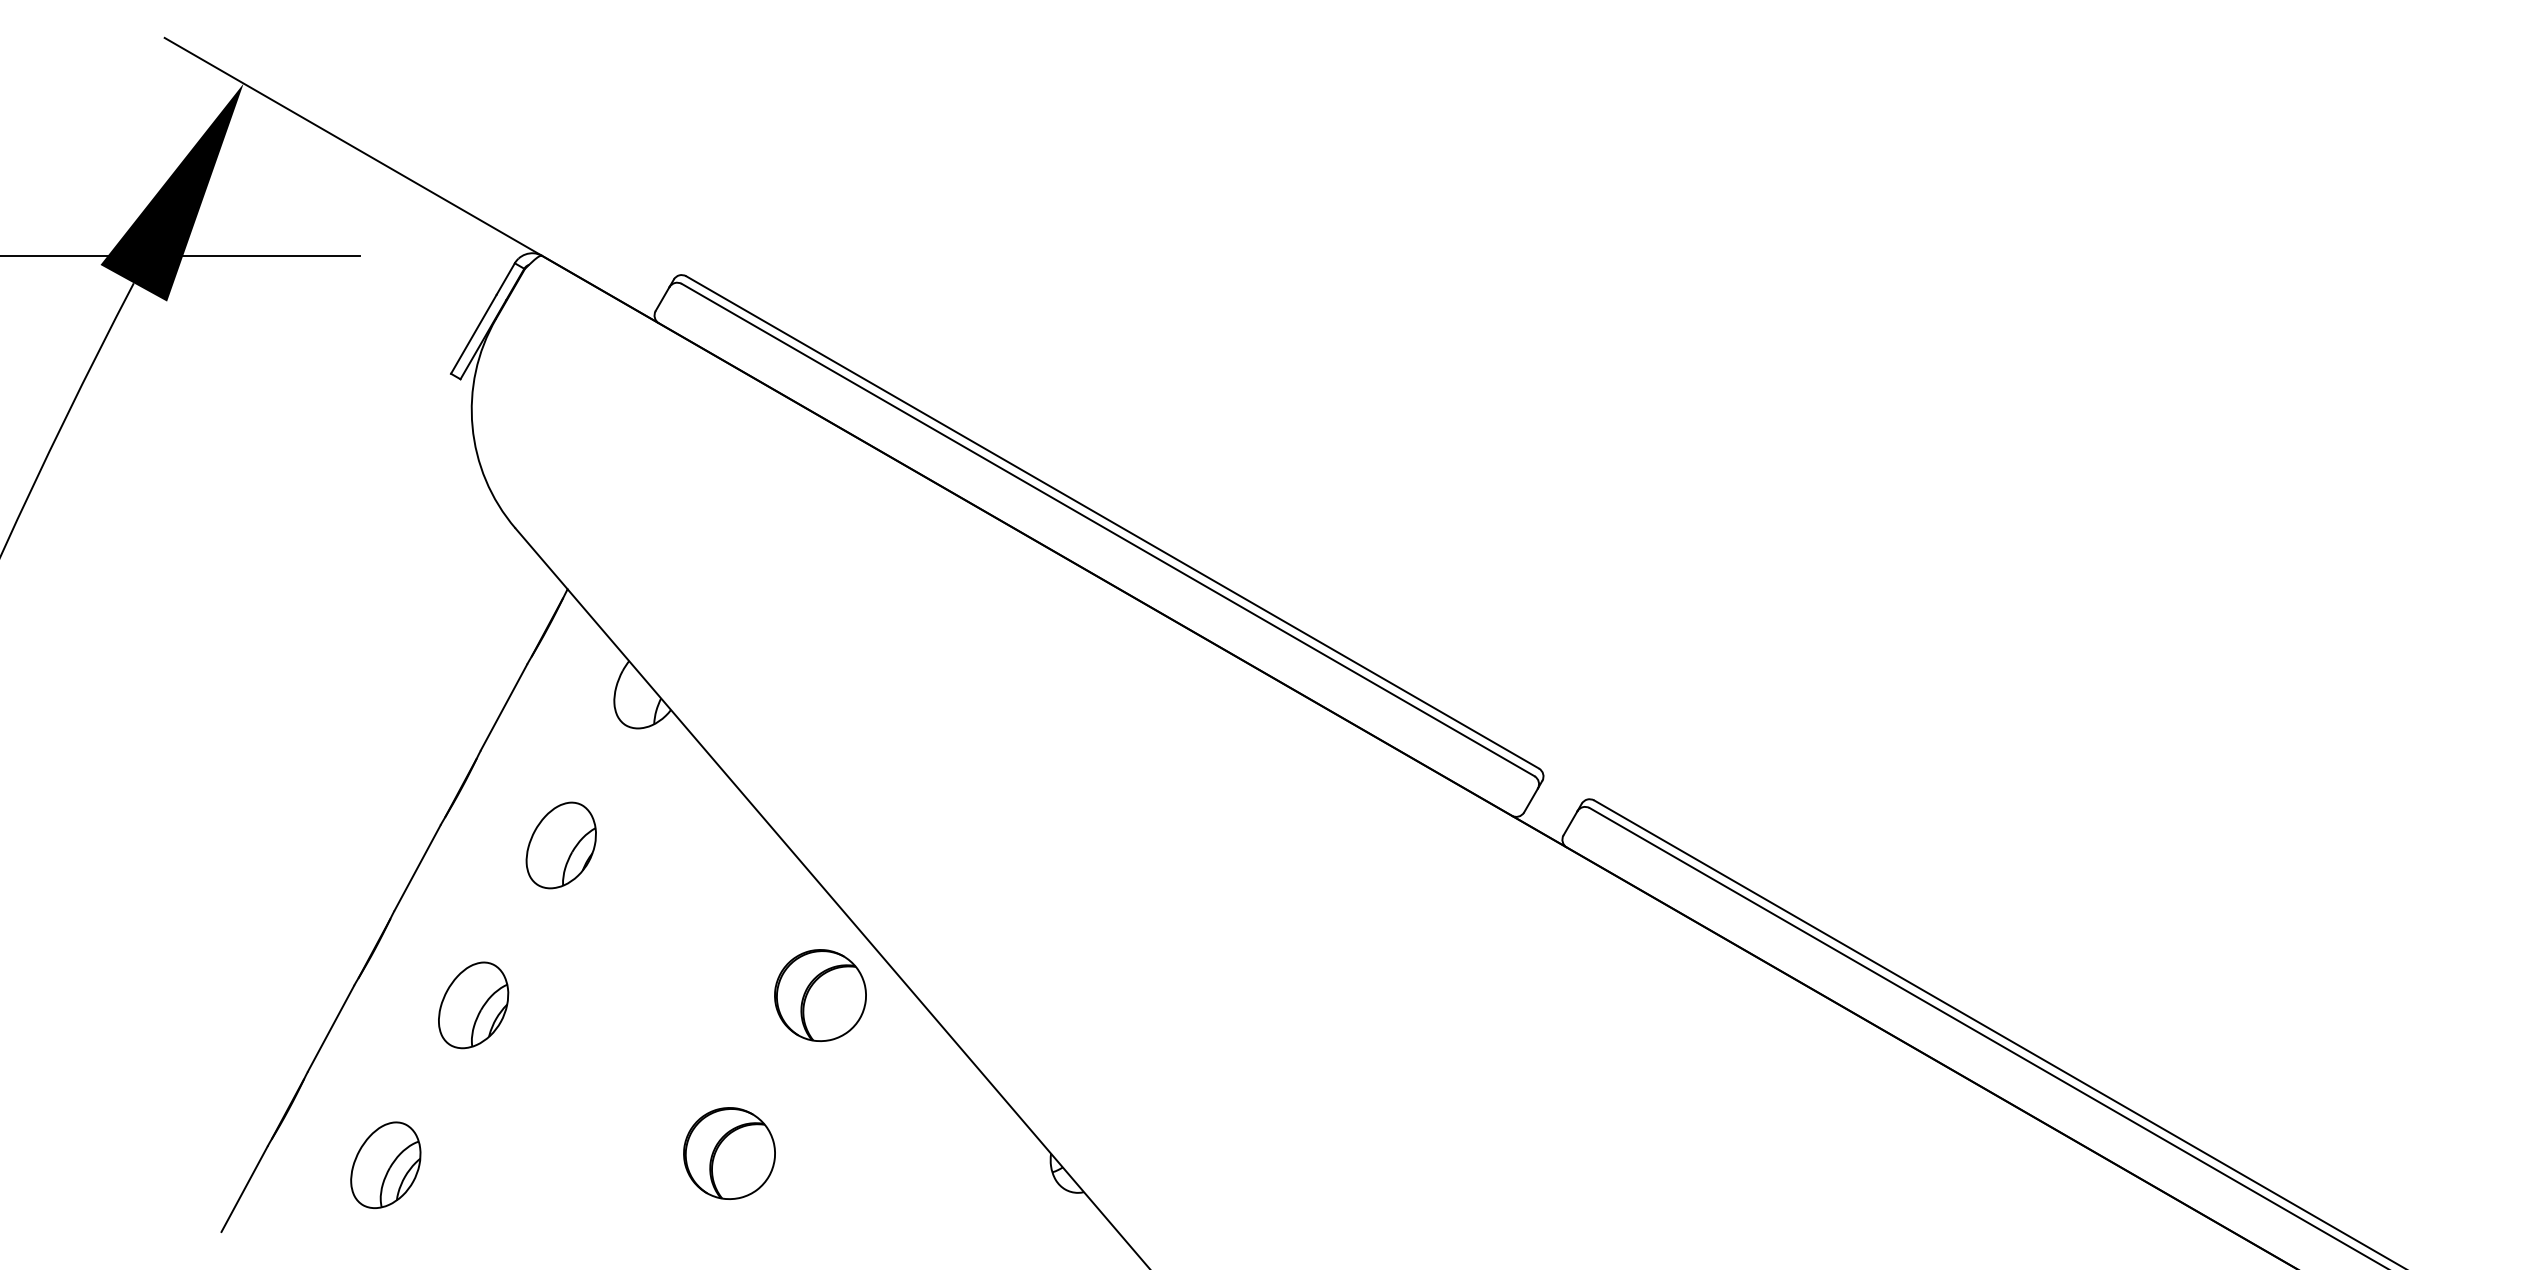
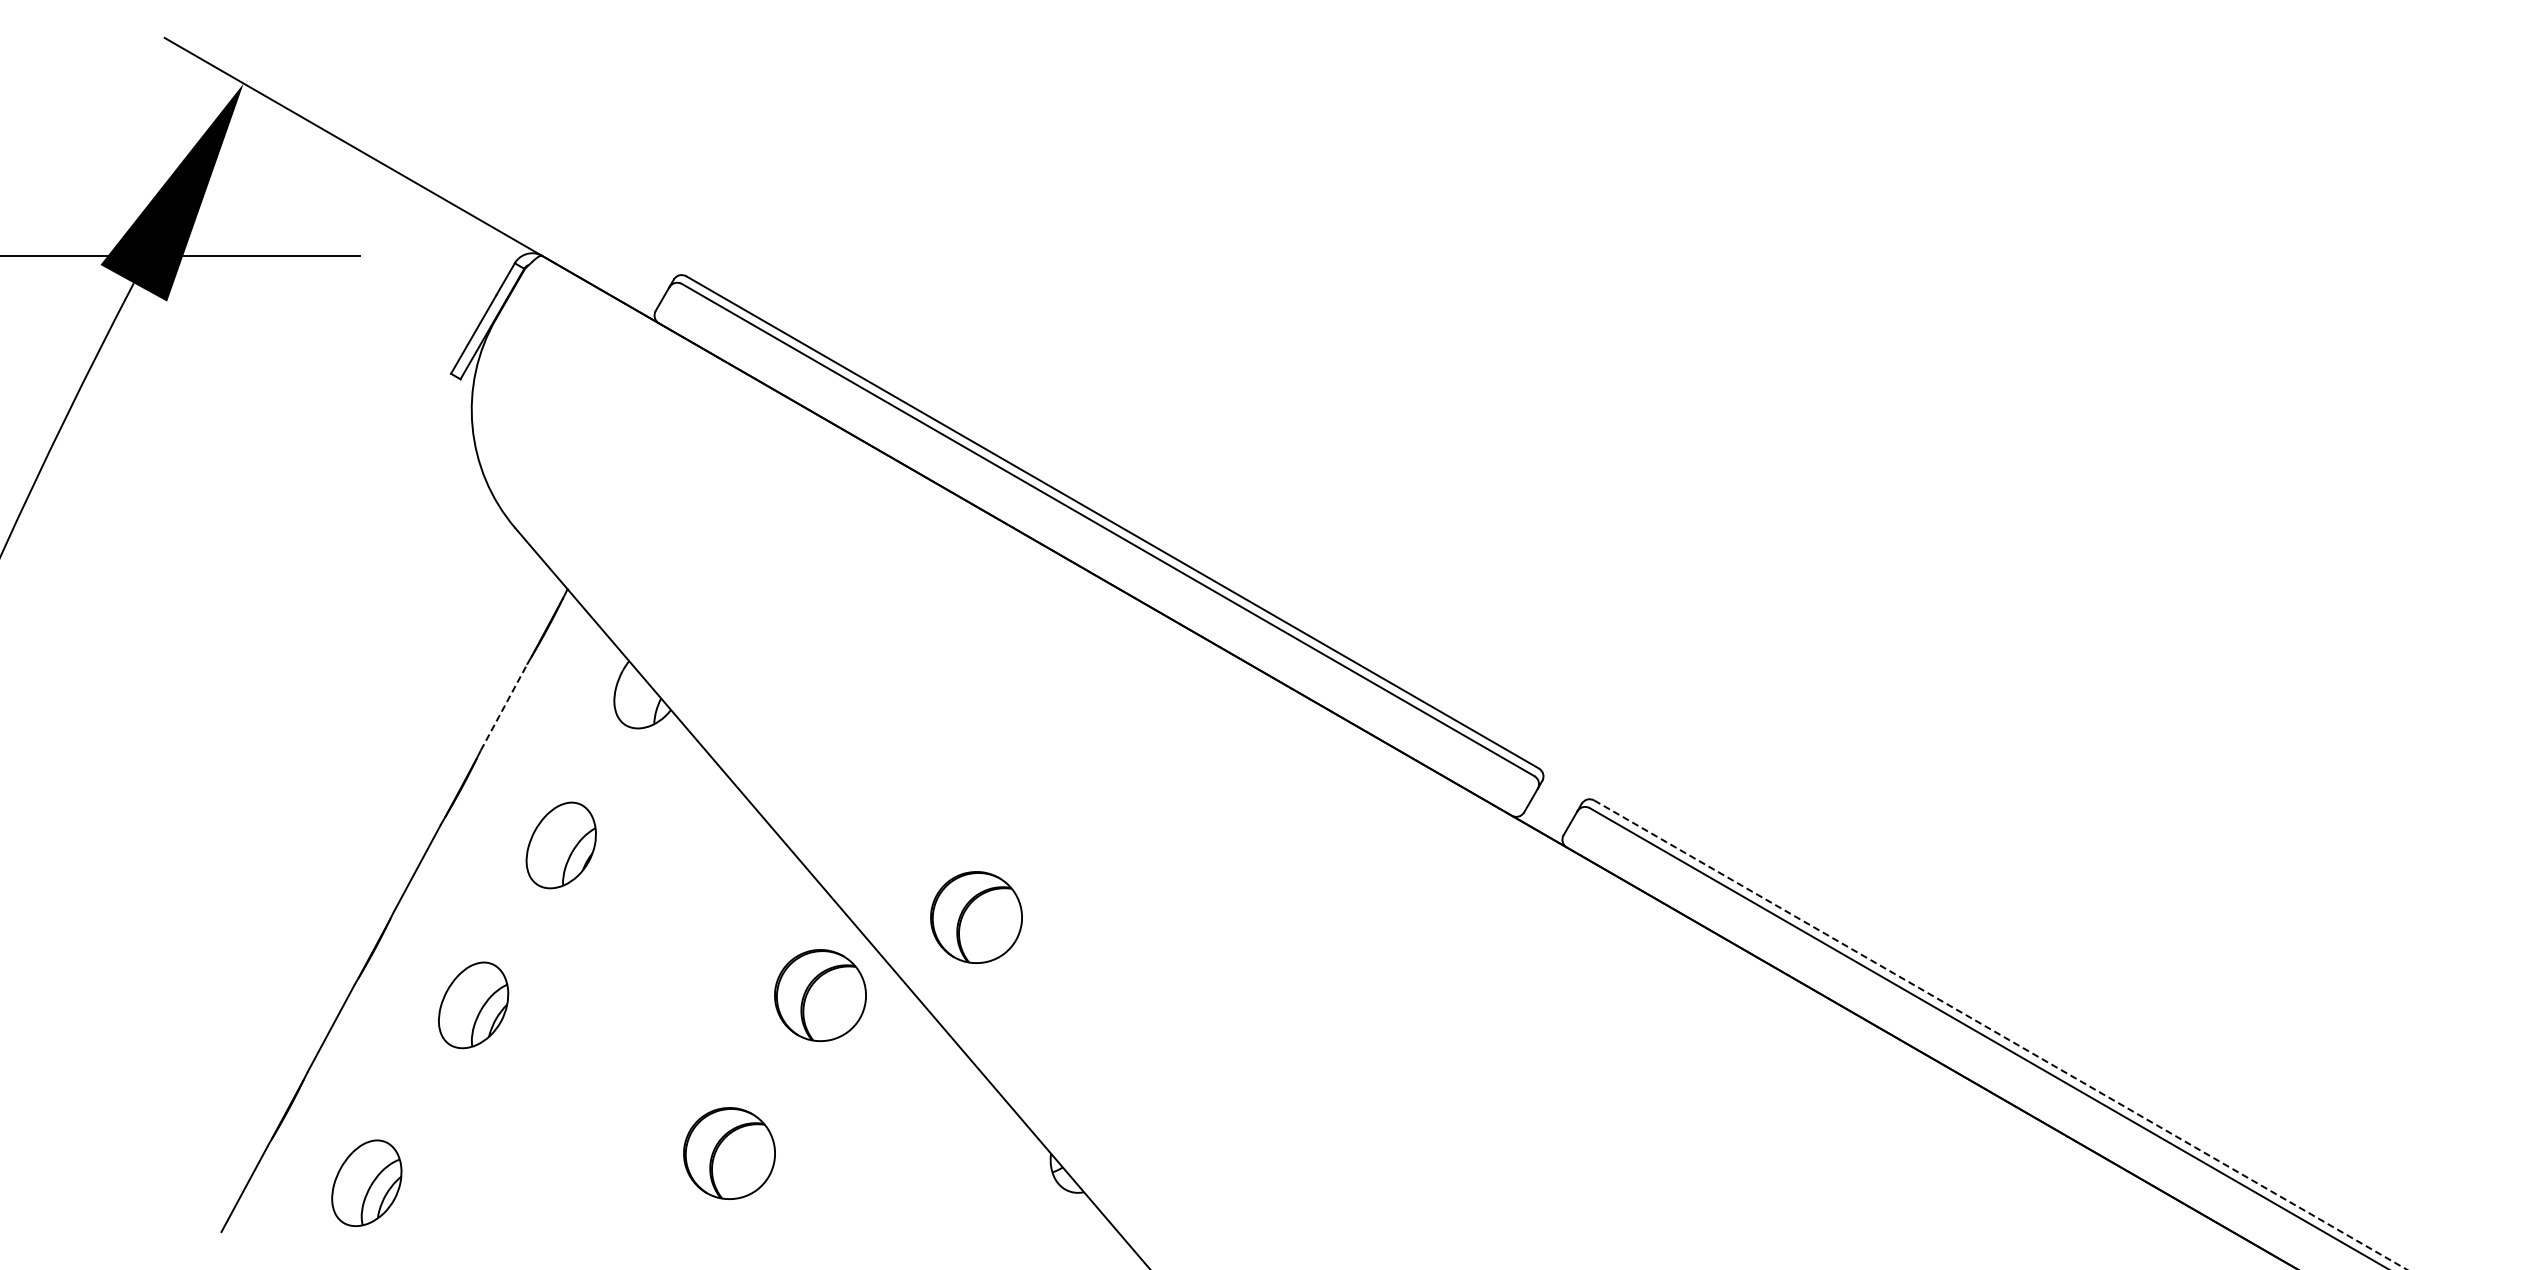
line at (503, 707): solid -> dashed
part at (976, 917): none -> present
line at (2001, 1035): solid -> dashed
part at (385, 1164) position: (385, 1164) -> (366, 1182)
